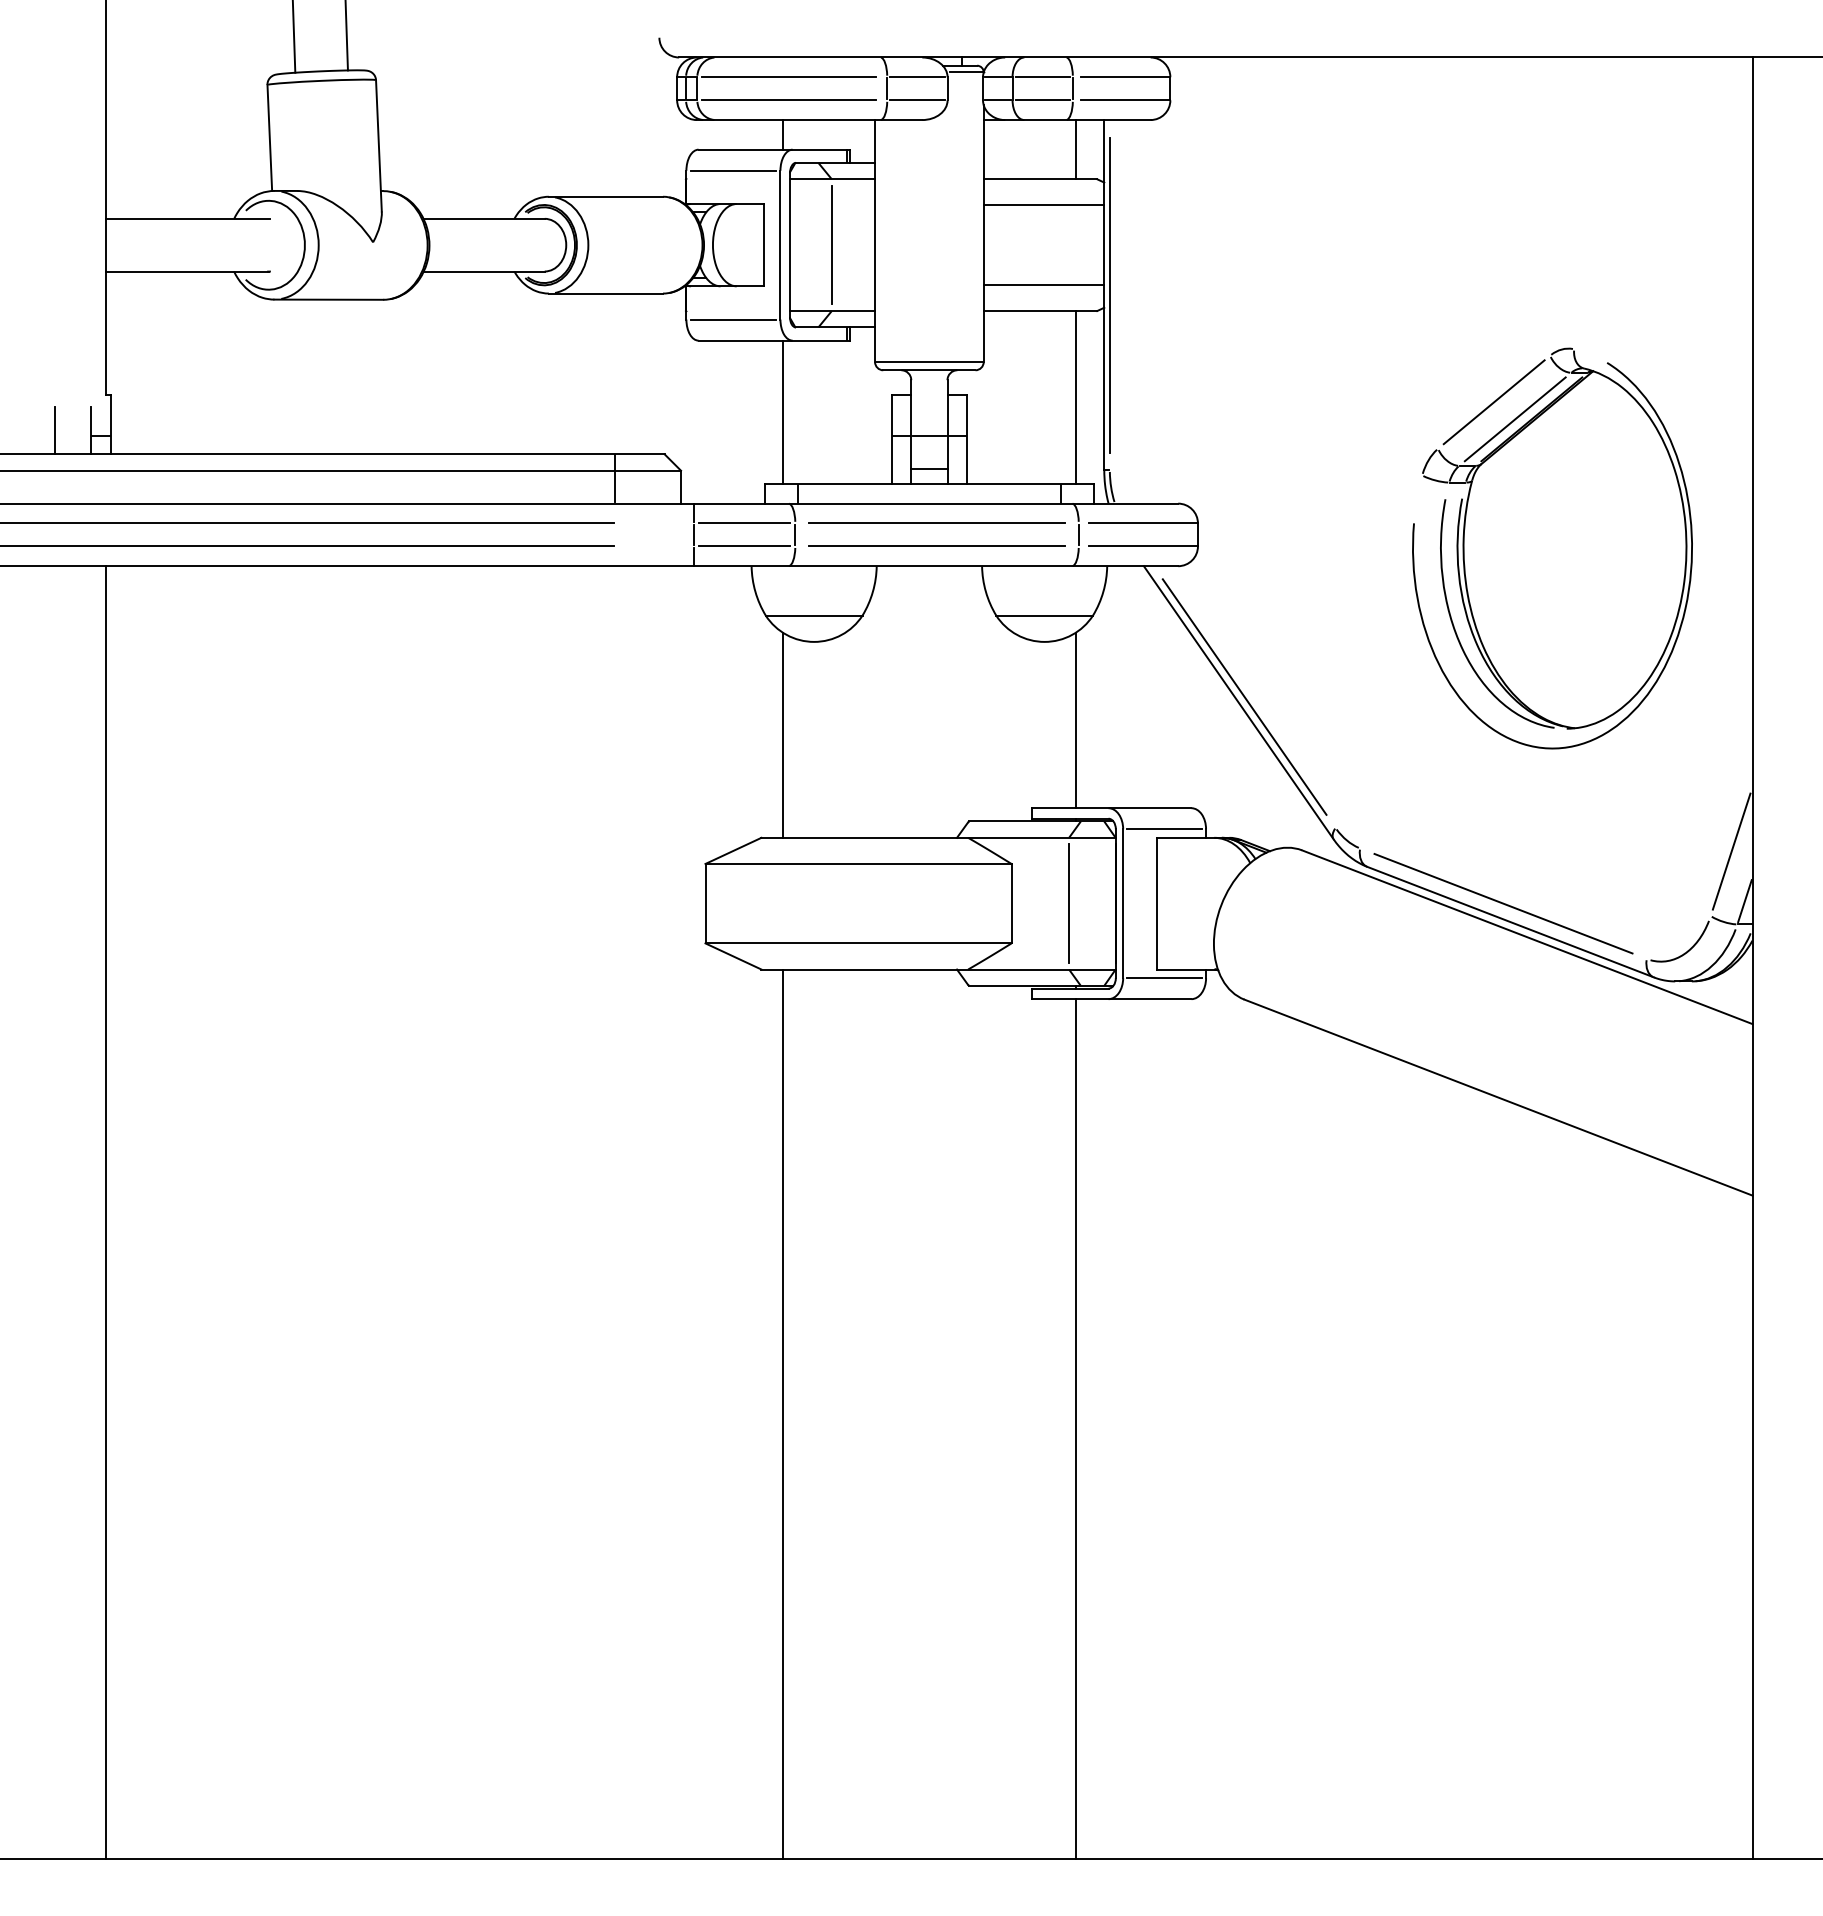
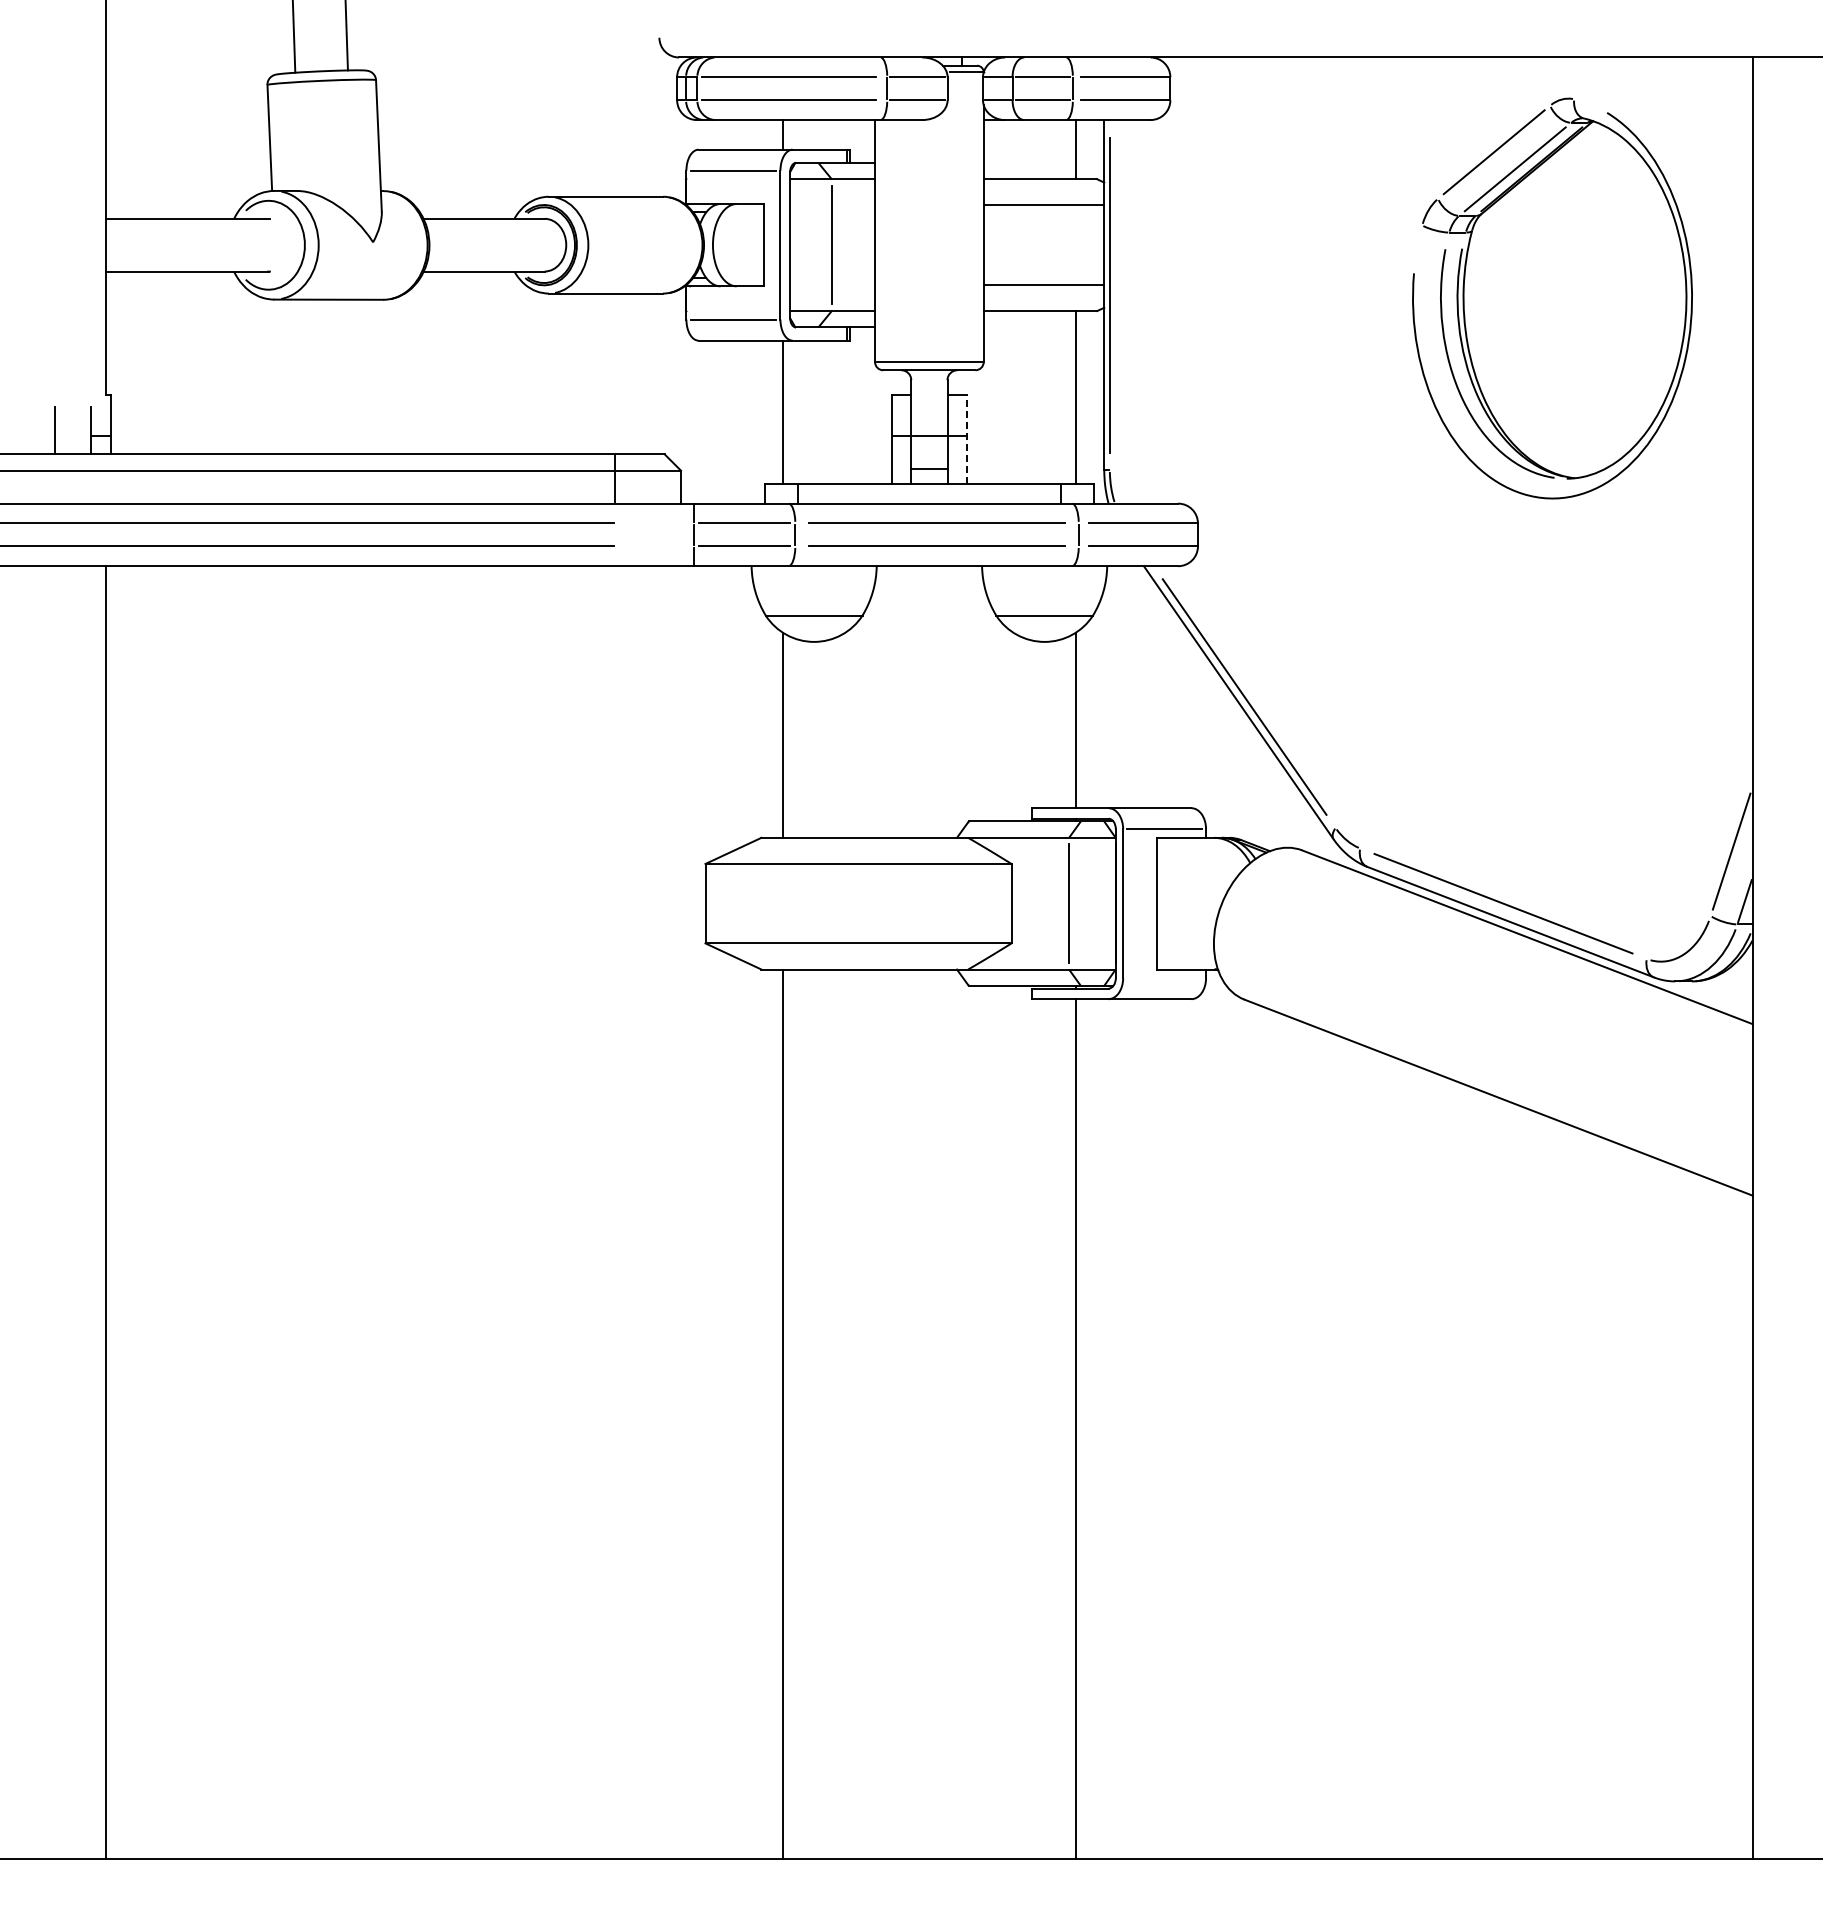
line at (967, 438): solid -> dashed
part at (1552, 548) position: (1552, 548) -> (1552, 298)
line at (1164, 978): present -> none
